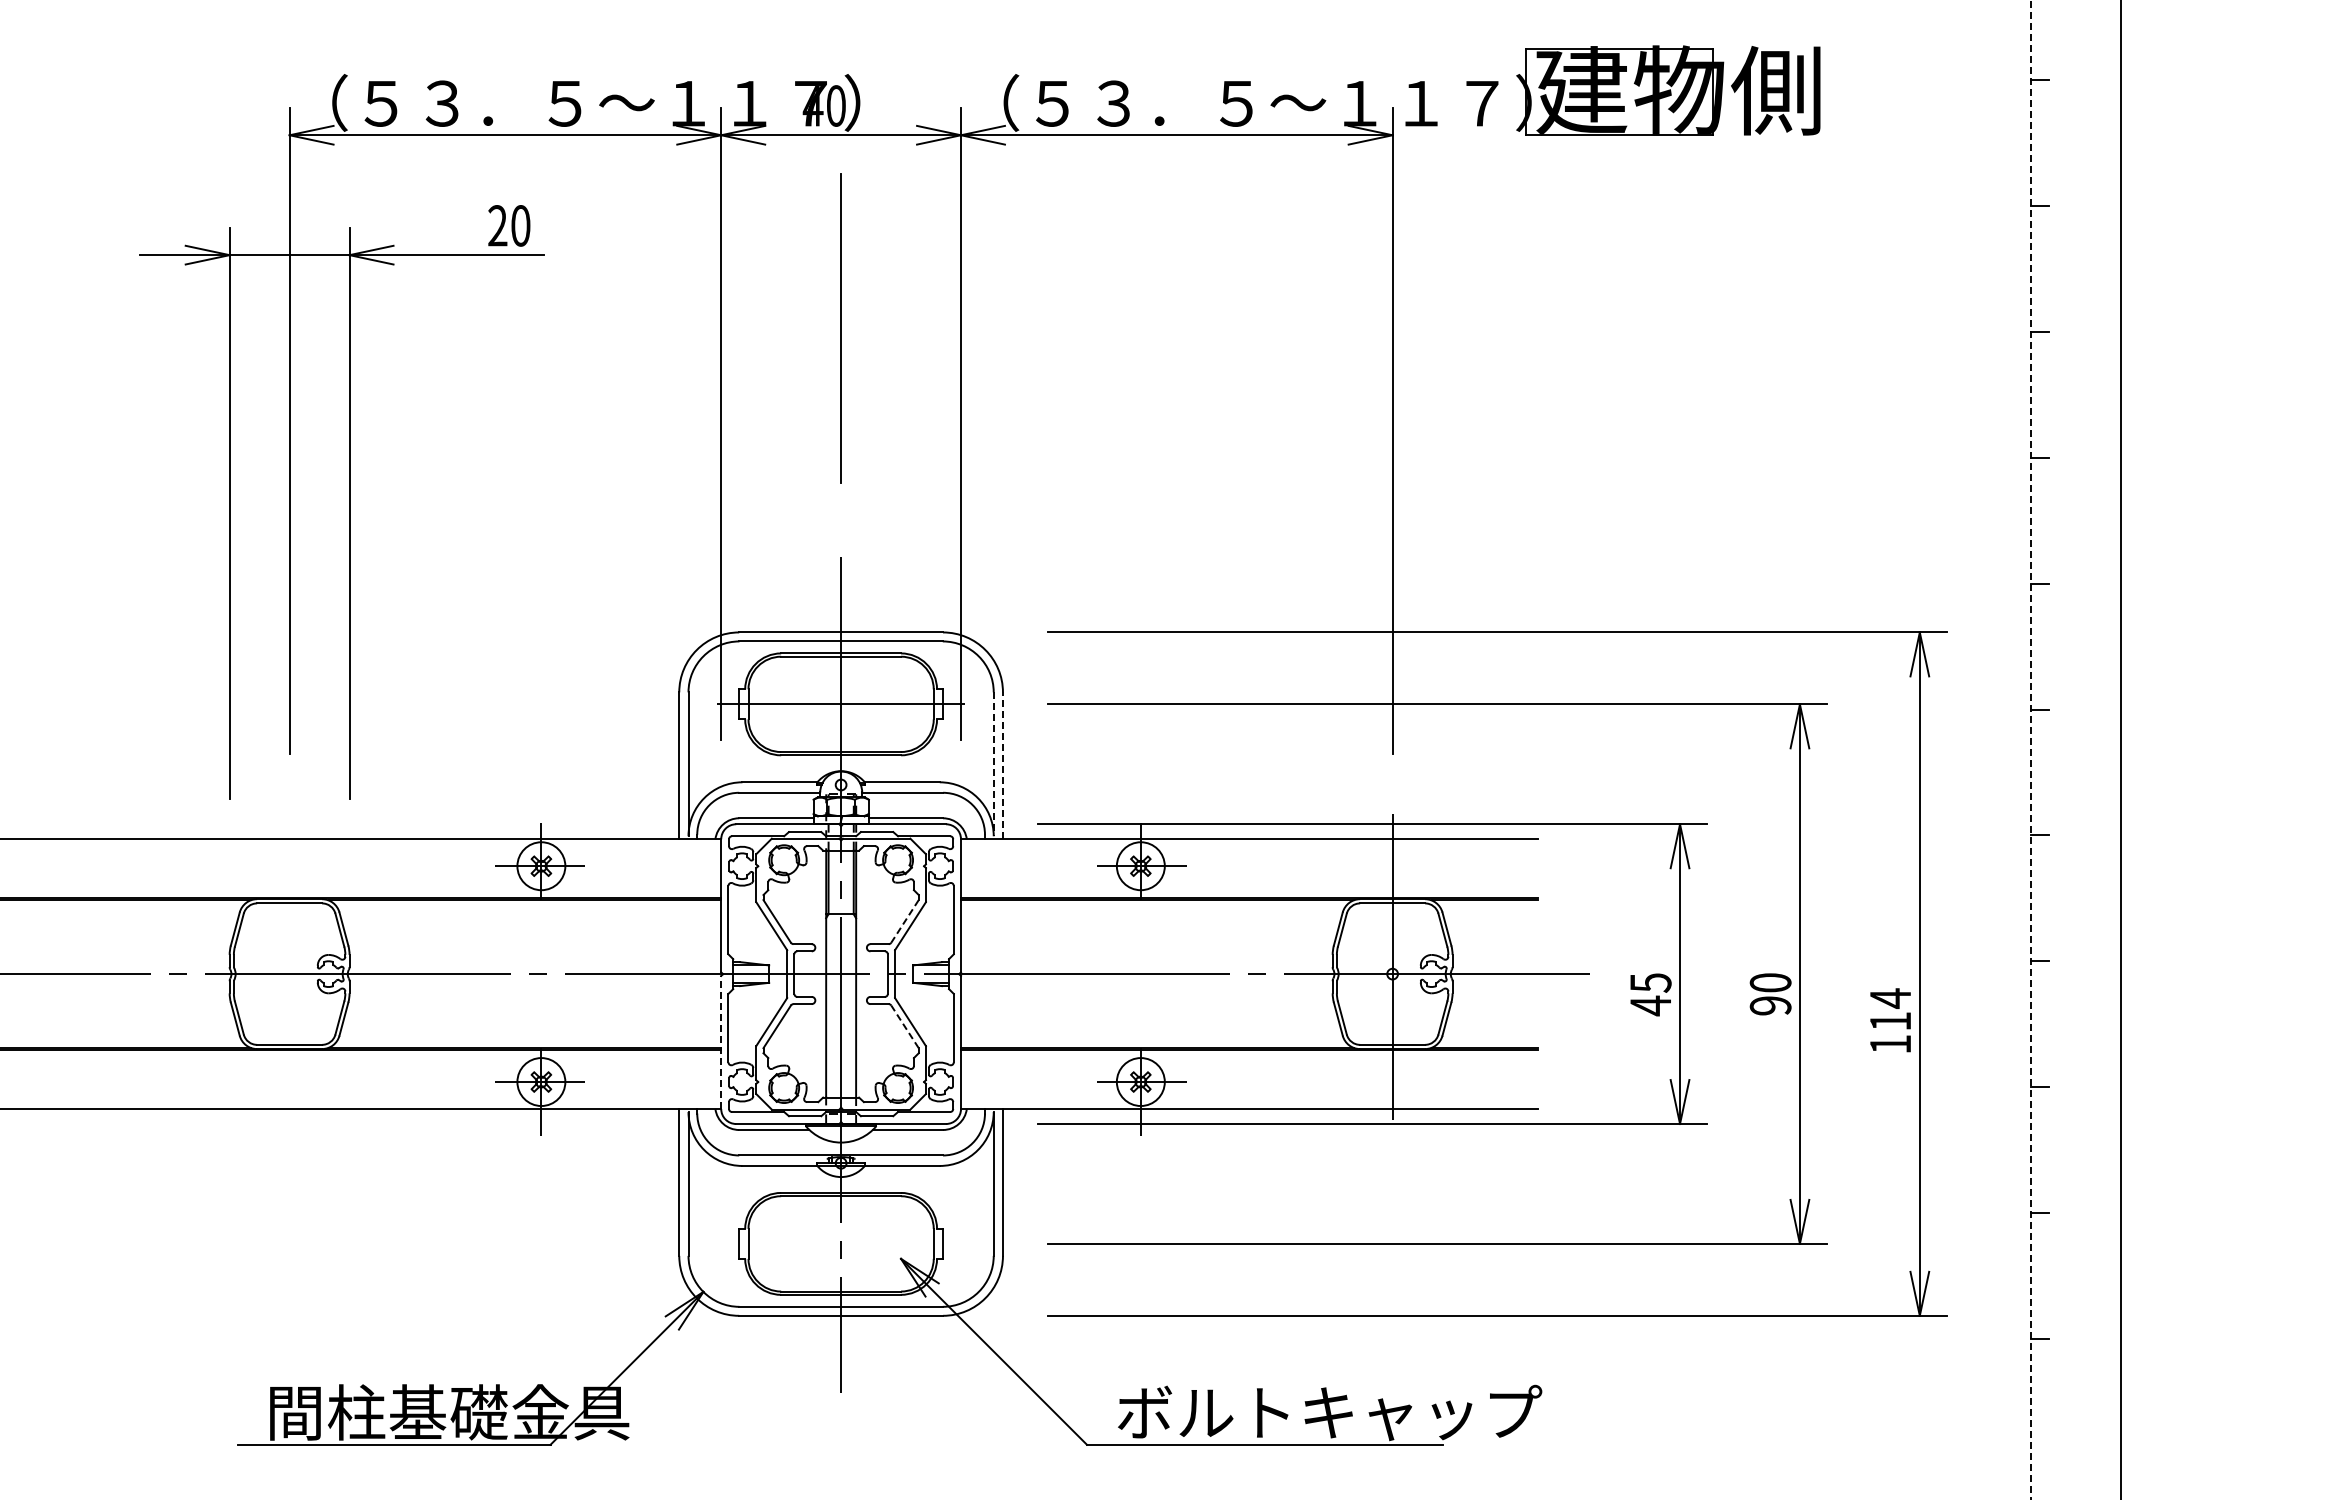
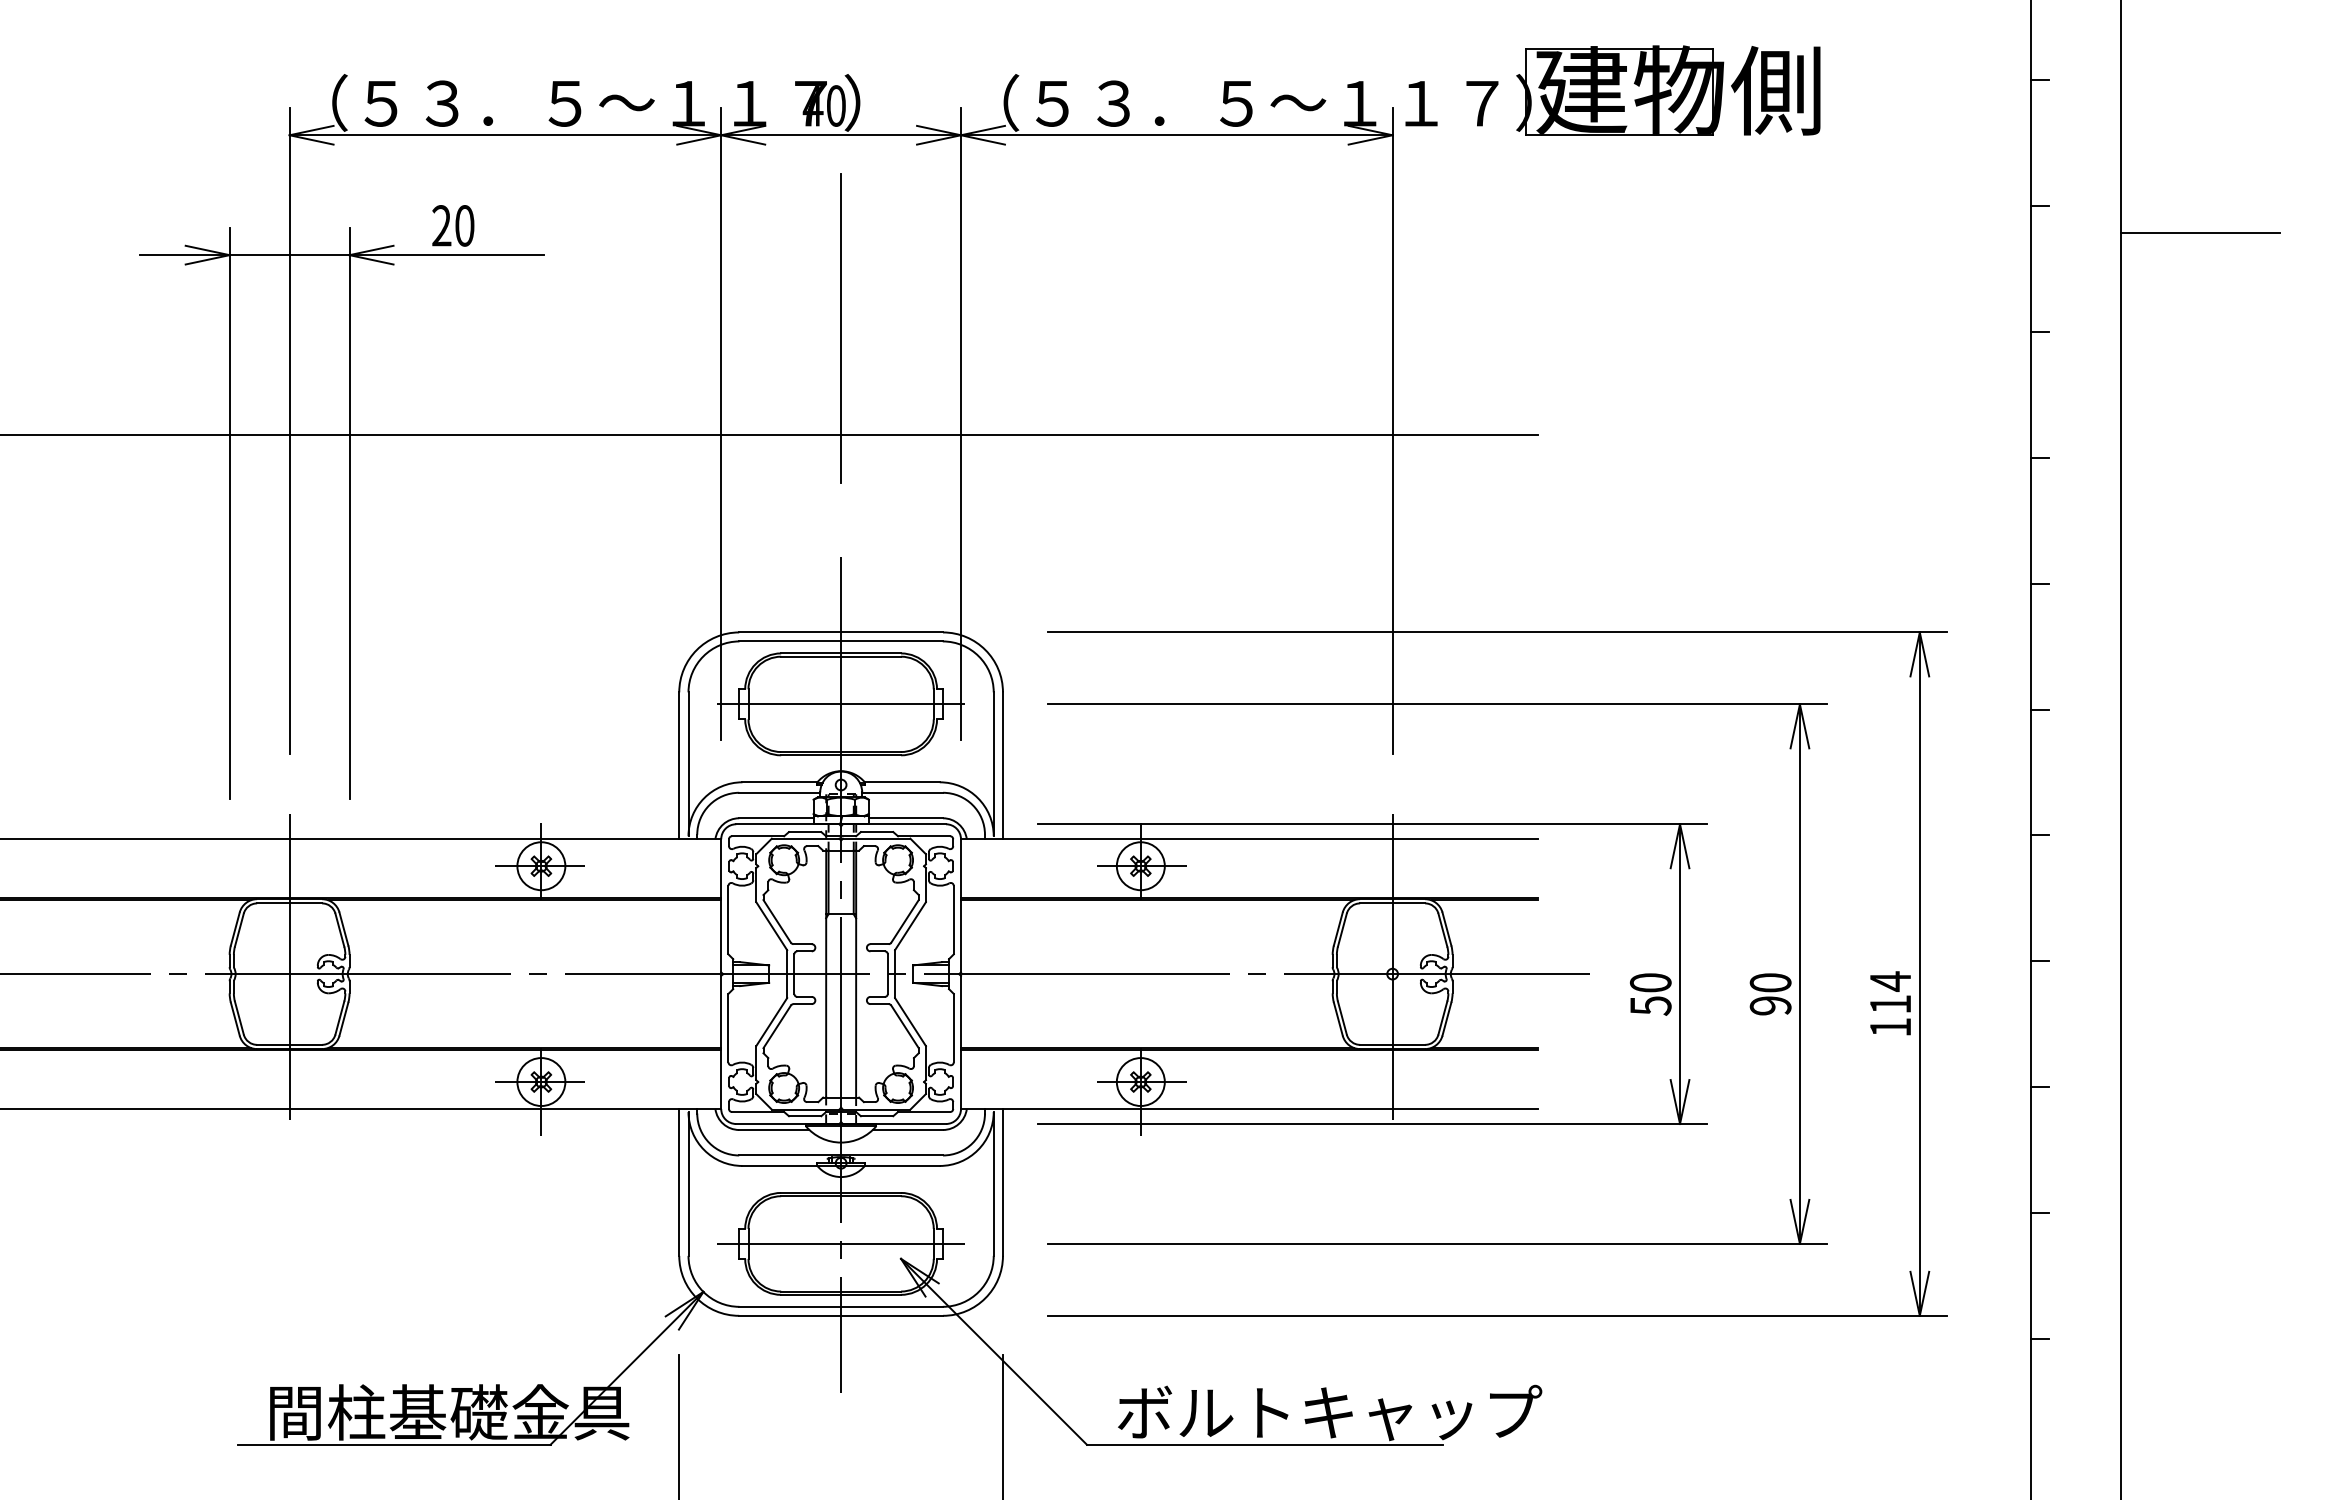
text at (509, 225) position: (509, 225) -> (453, 225)
line at (2199, 232): none -> present
line at (769, 434): none -> present
line at (2030, 749): dashed -> solid
line at (993, 764): dashed -> solid
line at (1002, 765): dashed -> solid
line at (904, 921): dashed -> solid
line at (289, 974): none -> present
text at (1650, 994): 45 -> 50
text at (1890, 1020) position: (1890, 1020) -> (1890, 1003)
line at (904, 1026): dashed -> solid
line at (721, 1042): dashed -> solid
line at (840, 1243): none -> present
line at (679, 1425): none -> present
line at (1002, 1425): none -> present
